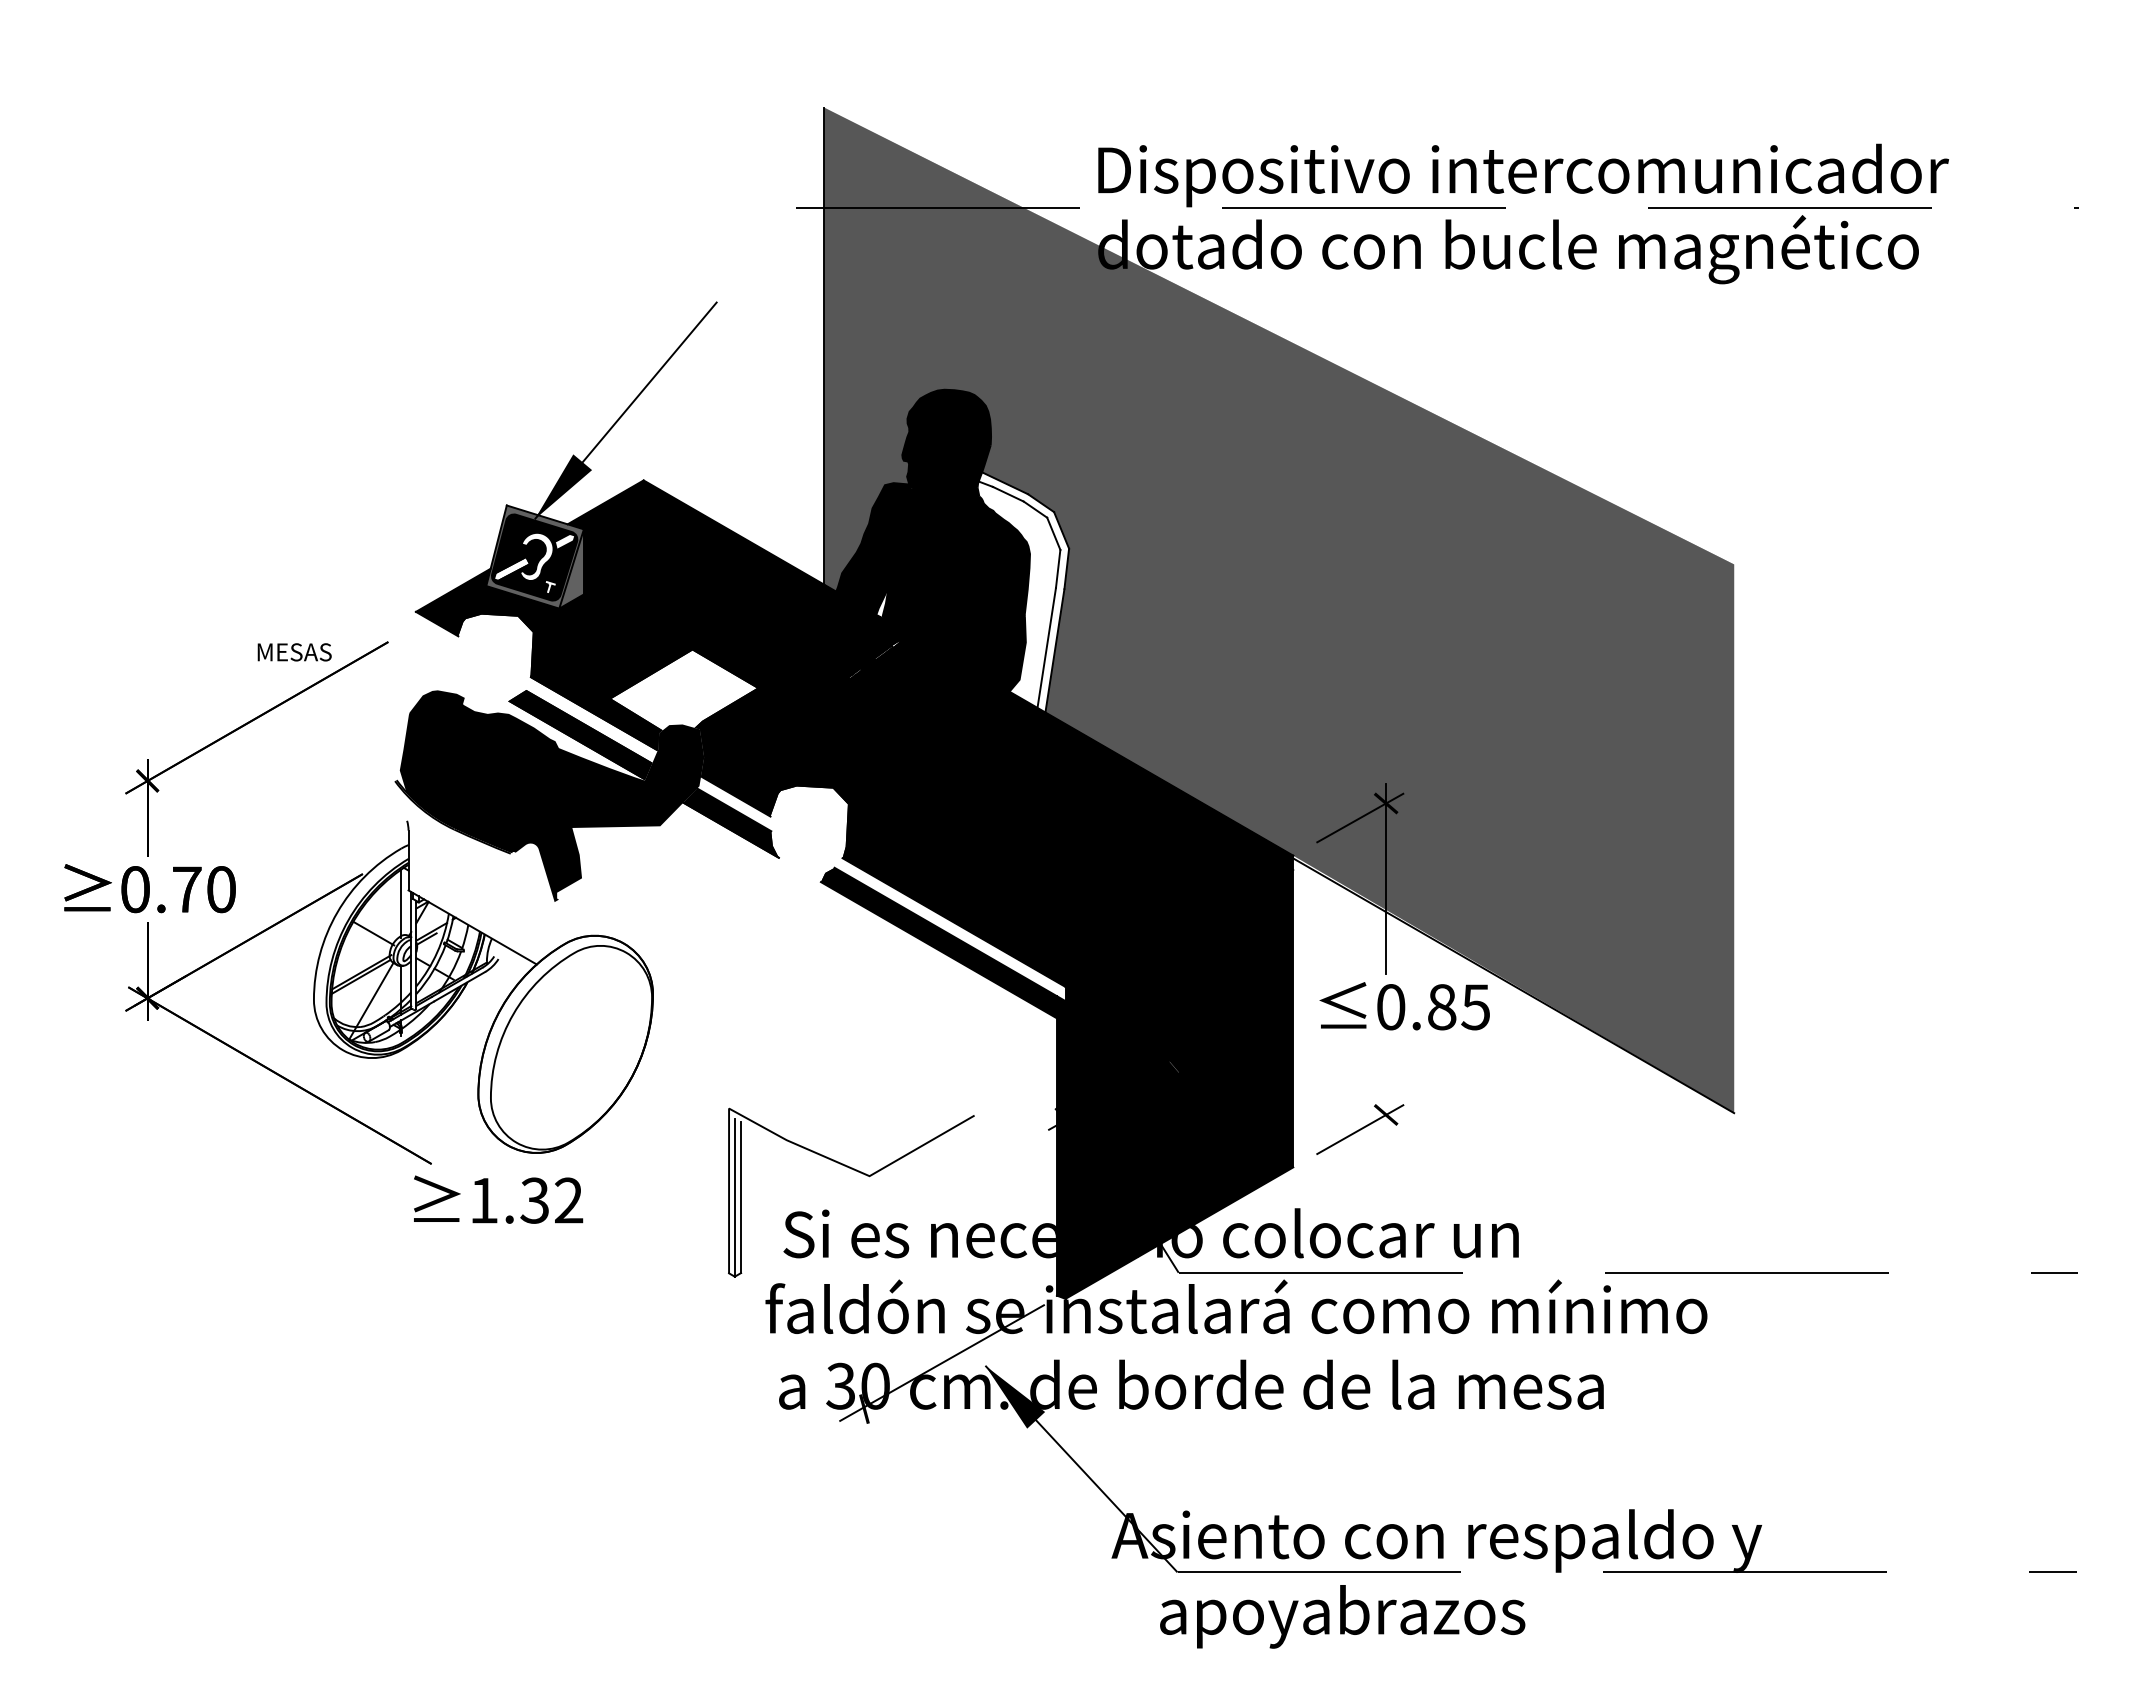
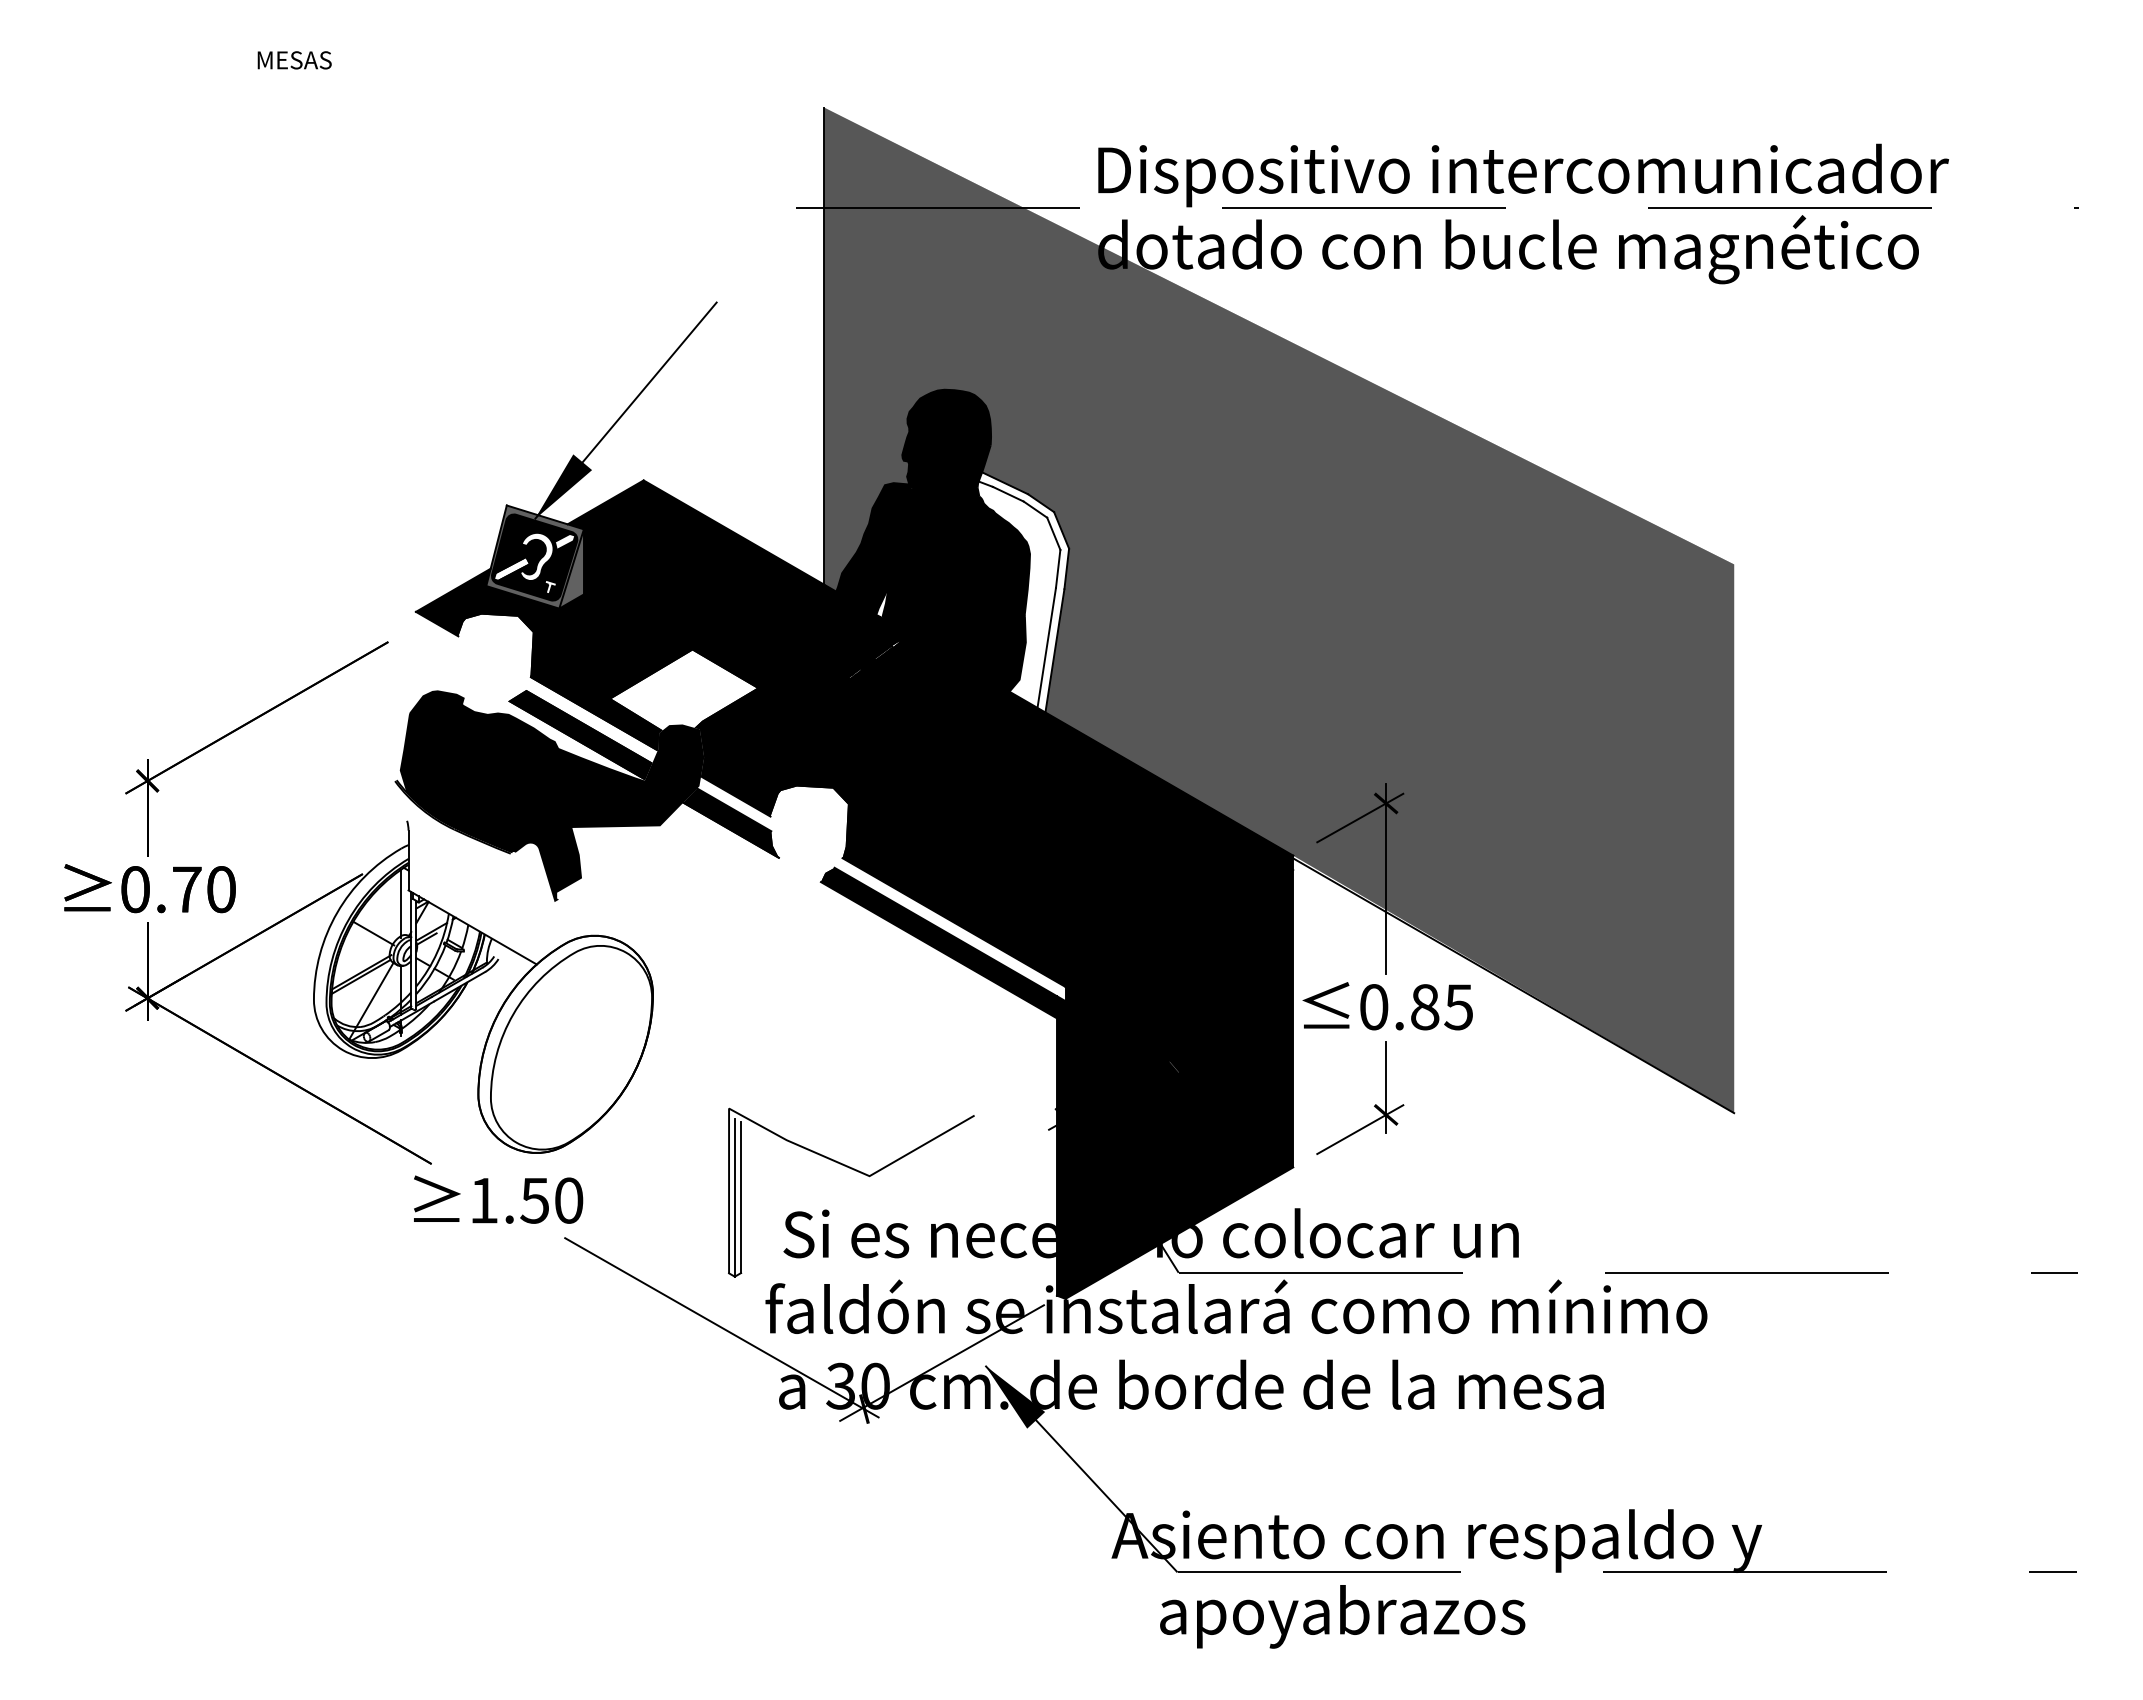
text at (294, 652) position: (294, 652) -> (294, 60)
text at (1404, 1006) position: (1404, 1006) -> (1387, 1006)
line at (1386, 1087): none -> present
text at (551, 1200): 1.32 -> 1.50
line at (721, 1327): none -> present
